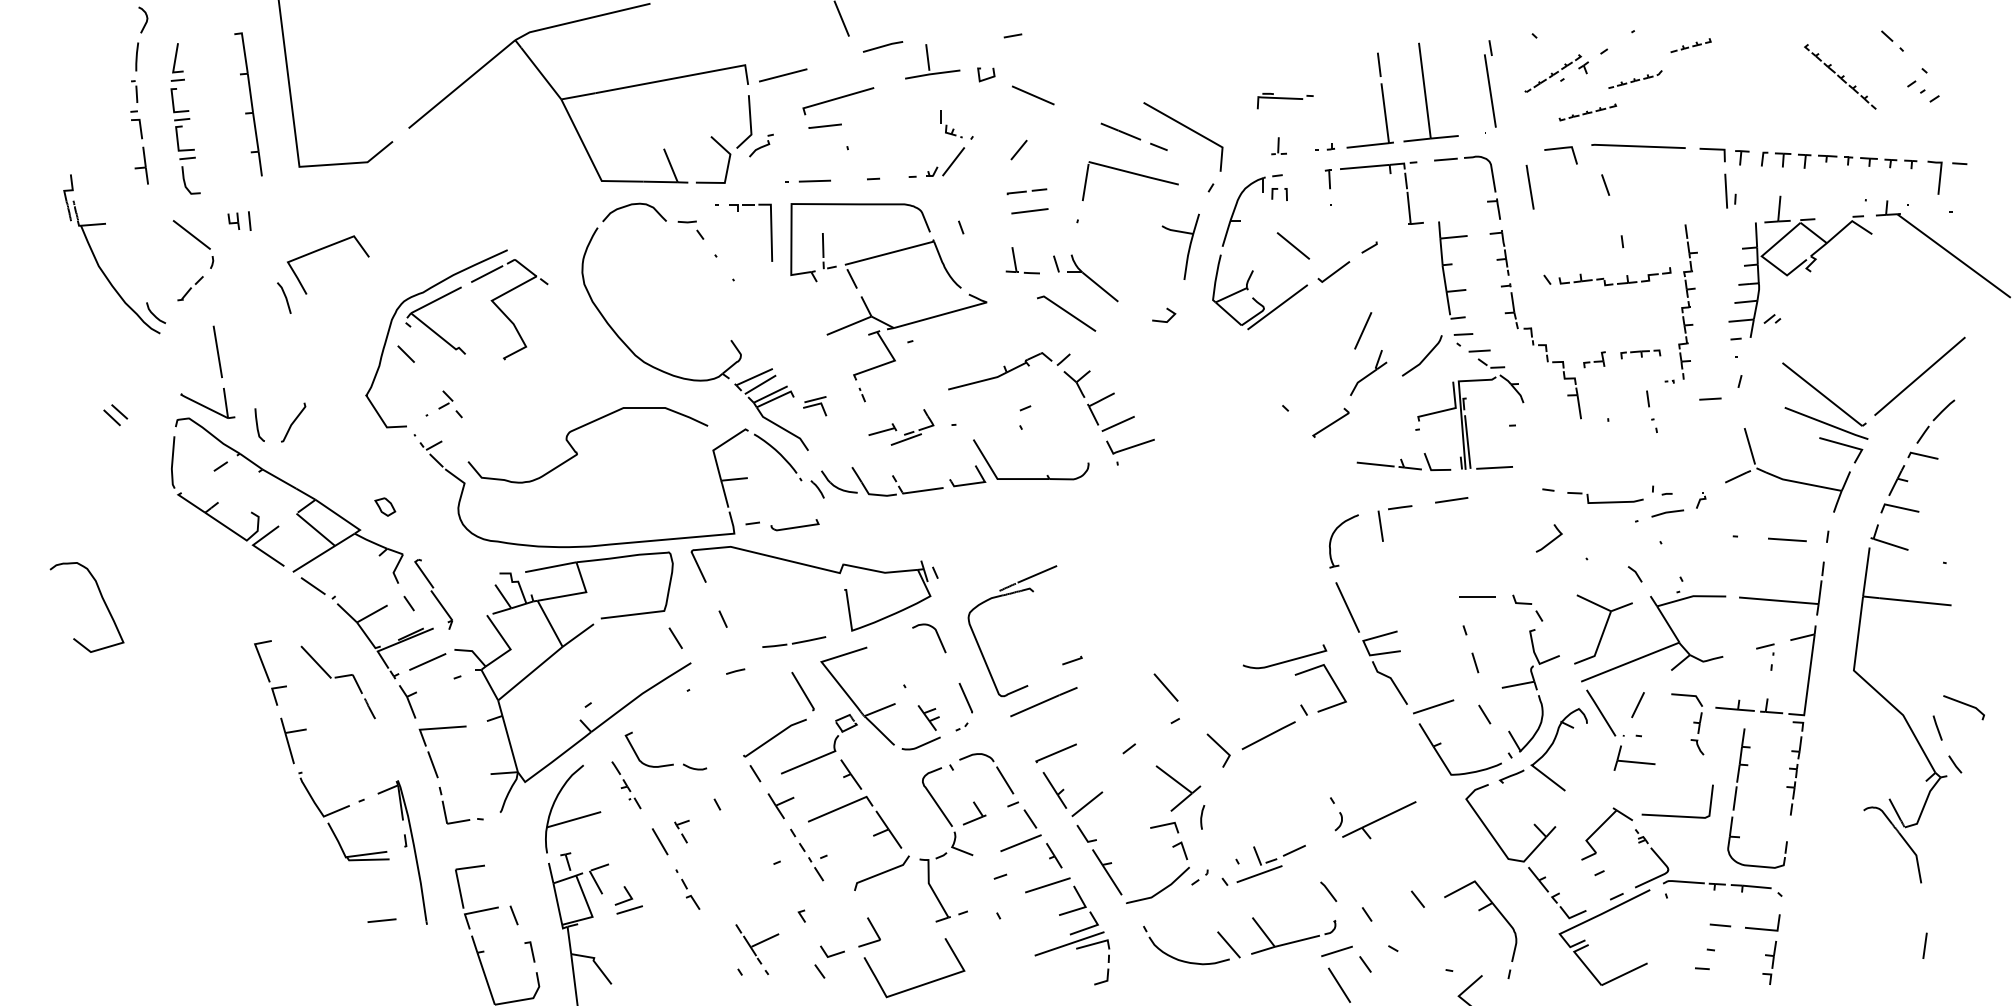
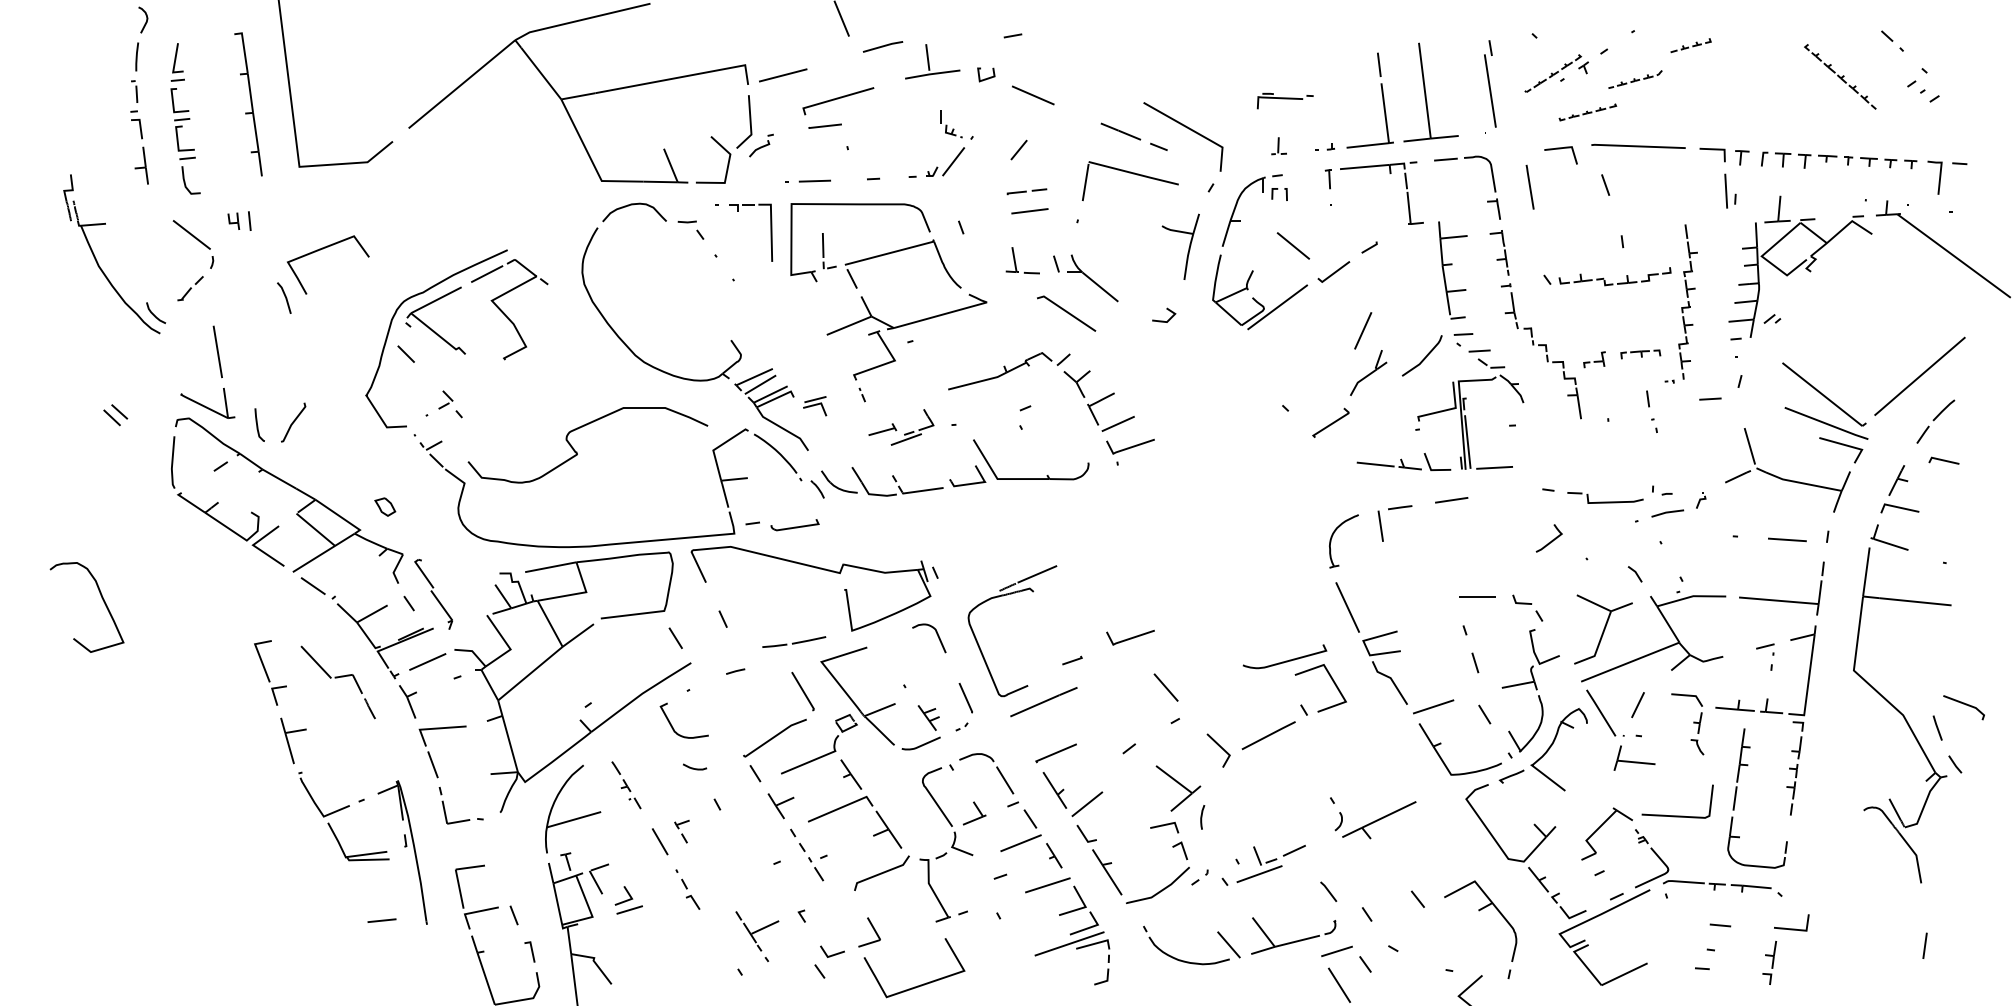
line at (1922, 455) position: (1922, 455) -> (1943, 460)
line at (1130, 637): none -> present
curve at (637, 754) position: (637, 754) -> (672, 725)
line at (1762, 928) position: (1762, 928) -> (1791, 928)
part at (757, 949) position: (757, 949) -> (757, 936)
